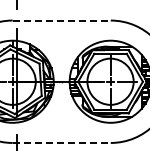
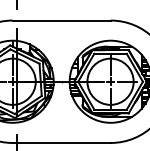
line at (62, 20): dashed -> solid
line at (62, 142): dashed -> solid
